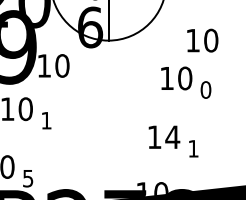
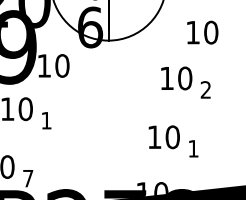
text at (202, 40) position: (202, 40) -> (202, 32)
text at (205, 89): 0 -> 2
text at (172, 137): 14 -> 10
text at (28, 178): 5 -> 7
